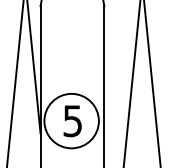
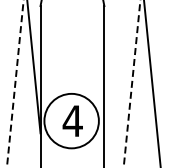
line at (15, 83): solid -> dashed
line at (132, 83): solid -> dashed
text at (72, 121): 5 -> 4
